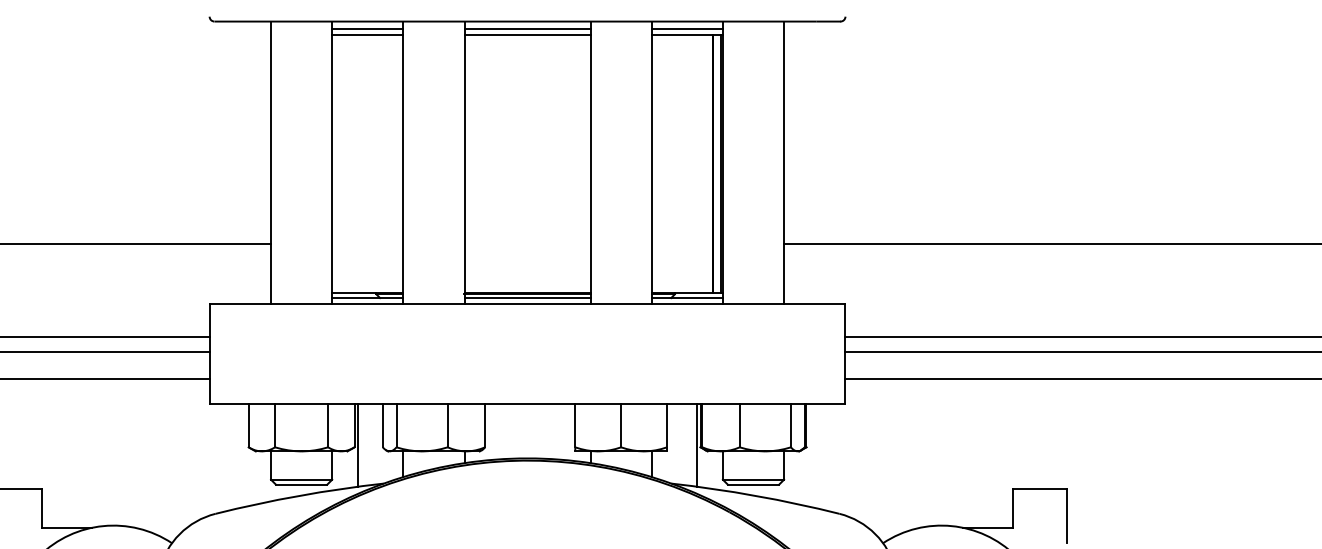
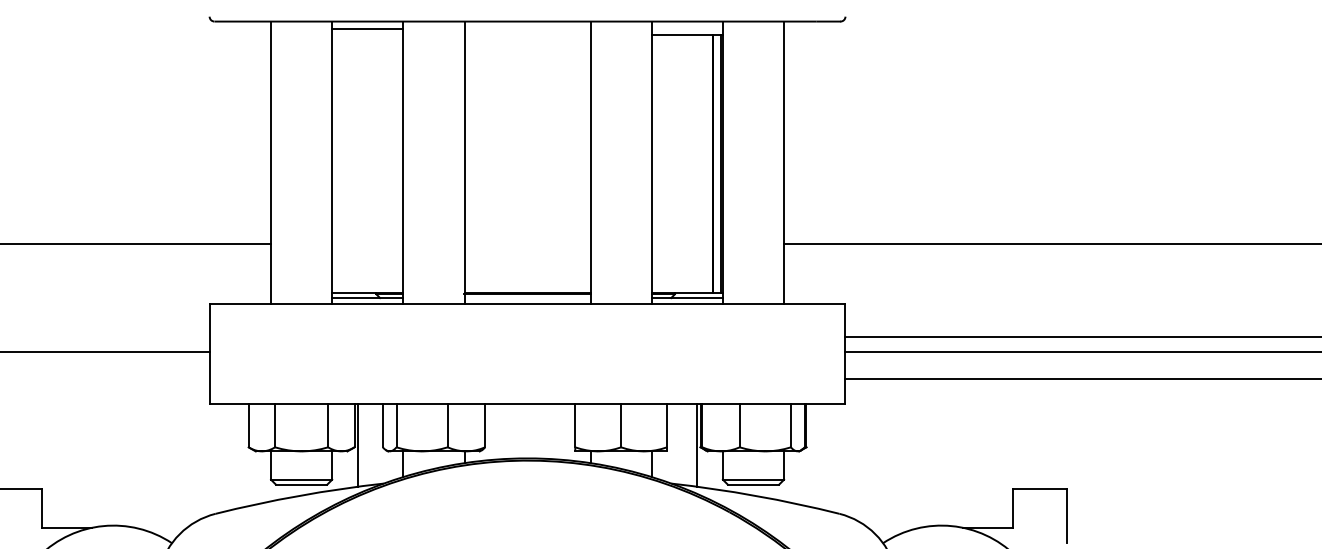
line at (527, 29): present -> none
line at (686, 29): present -> none
line at (367, 35): present -> none
line at (527, 35): present -> none
line at (527, 298): present -> none
line at (105, 336): present -> none
line at (105, 379): present -> none
